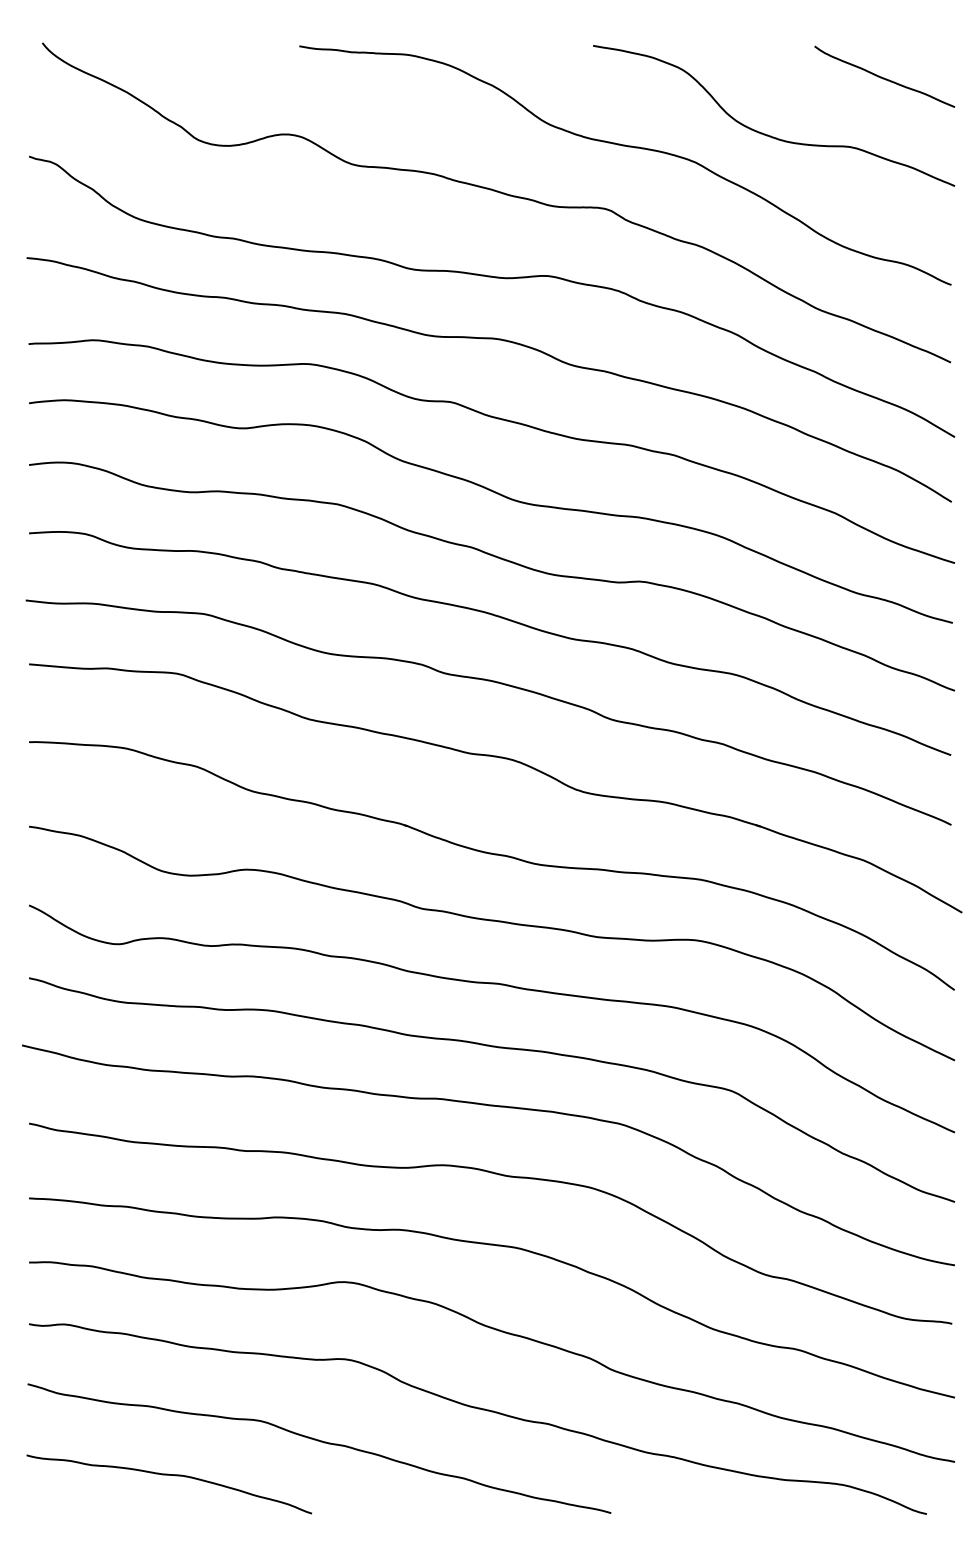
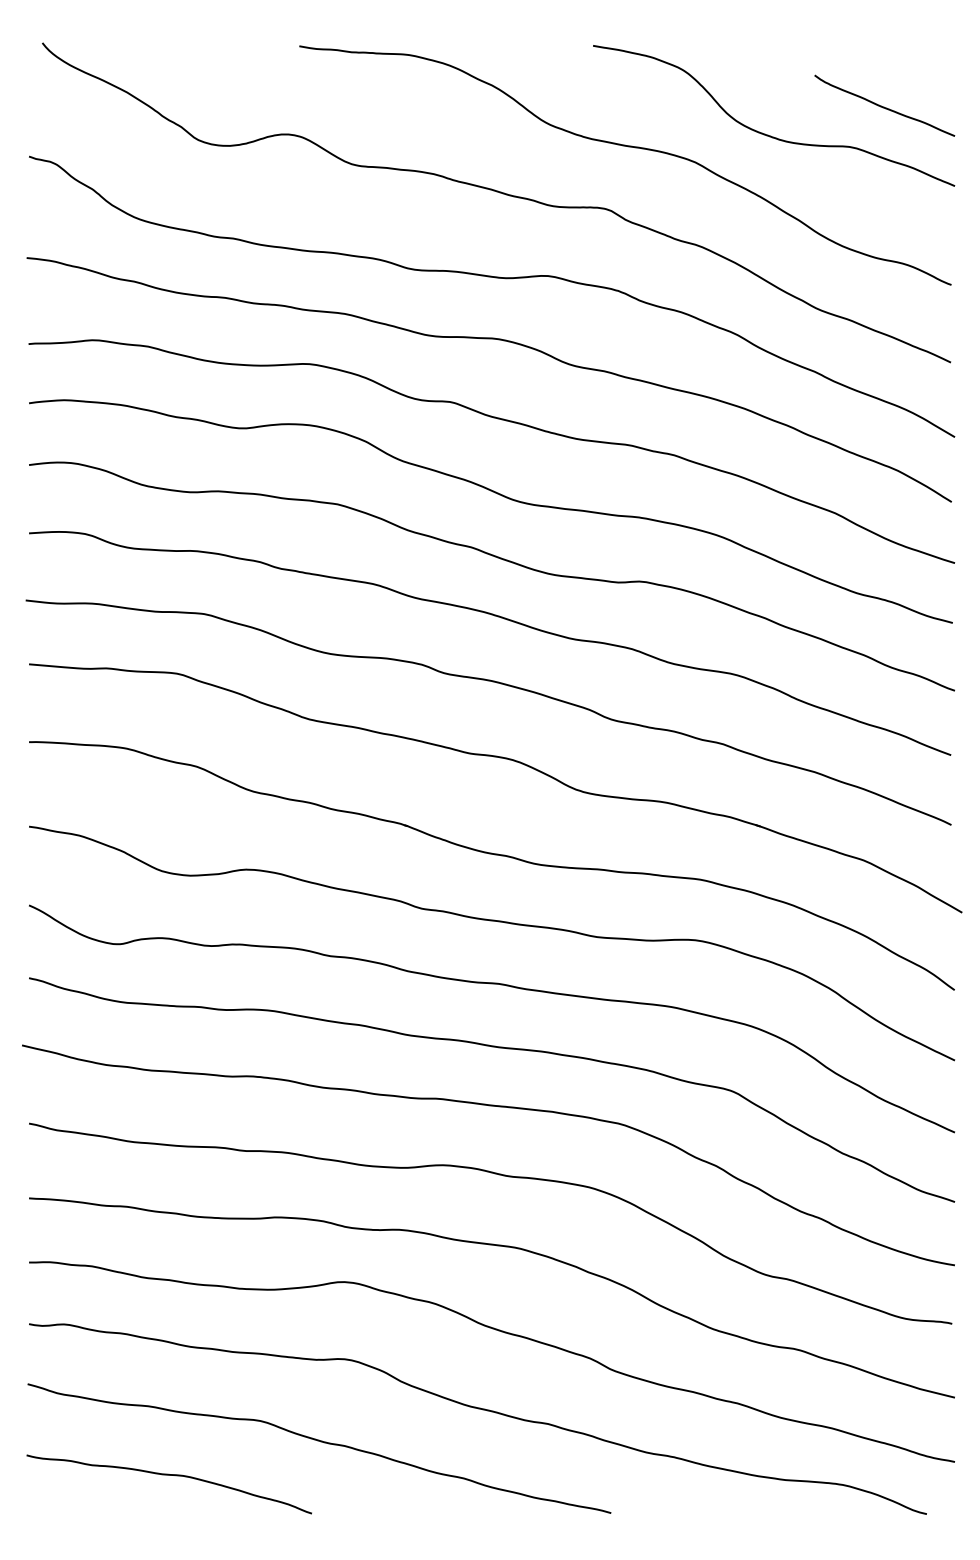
curve at (884, 77) position: (884, 77) -> (884, 106)
